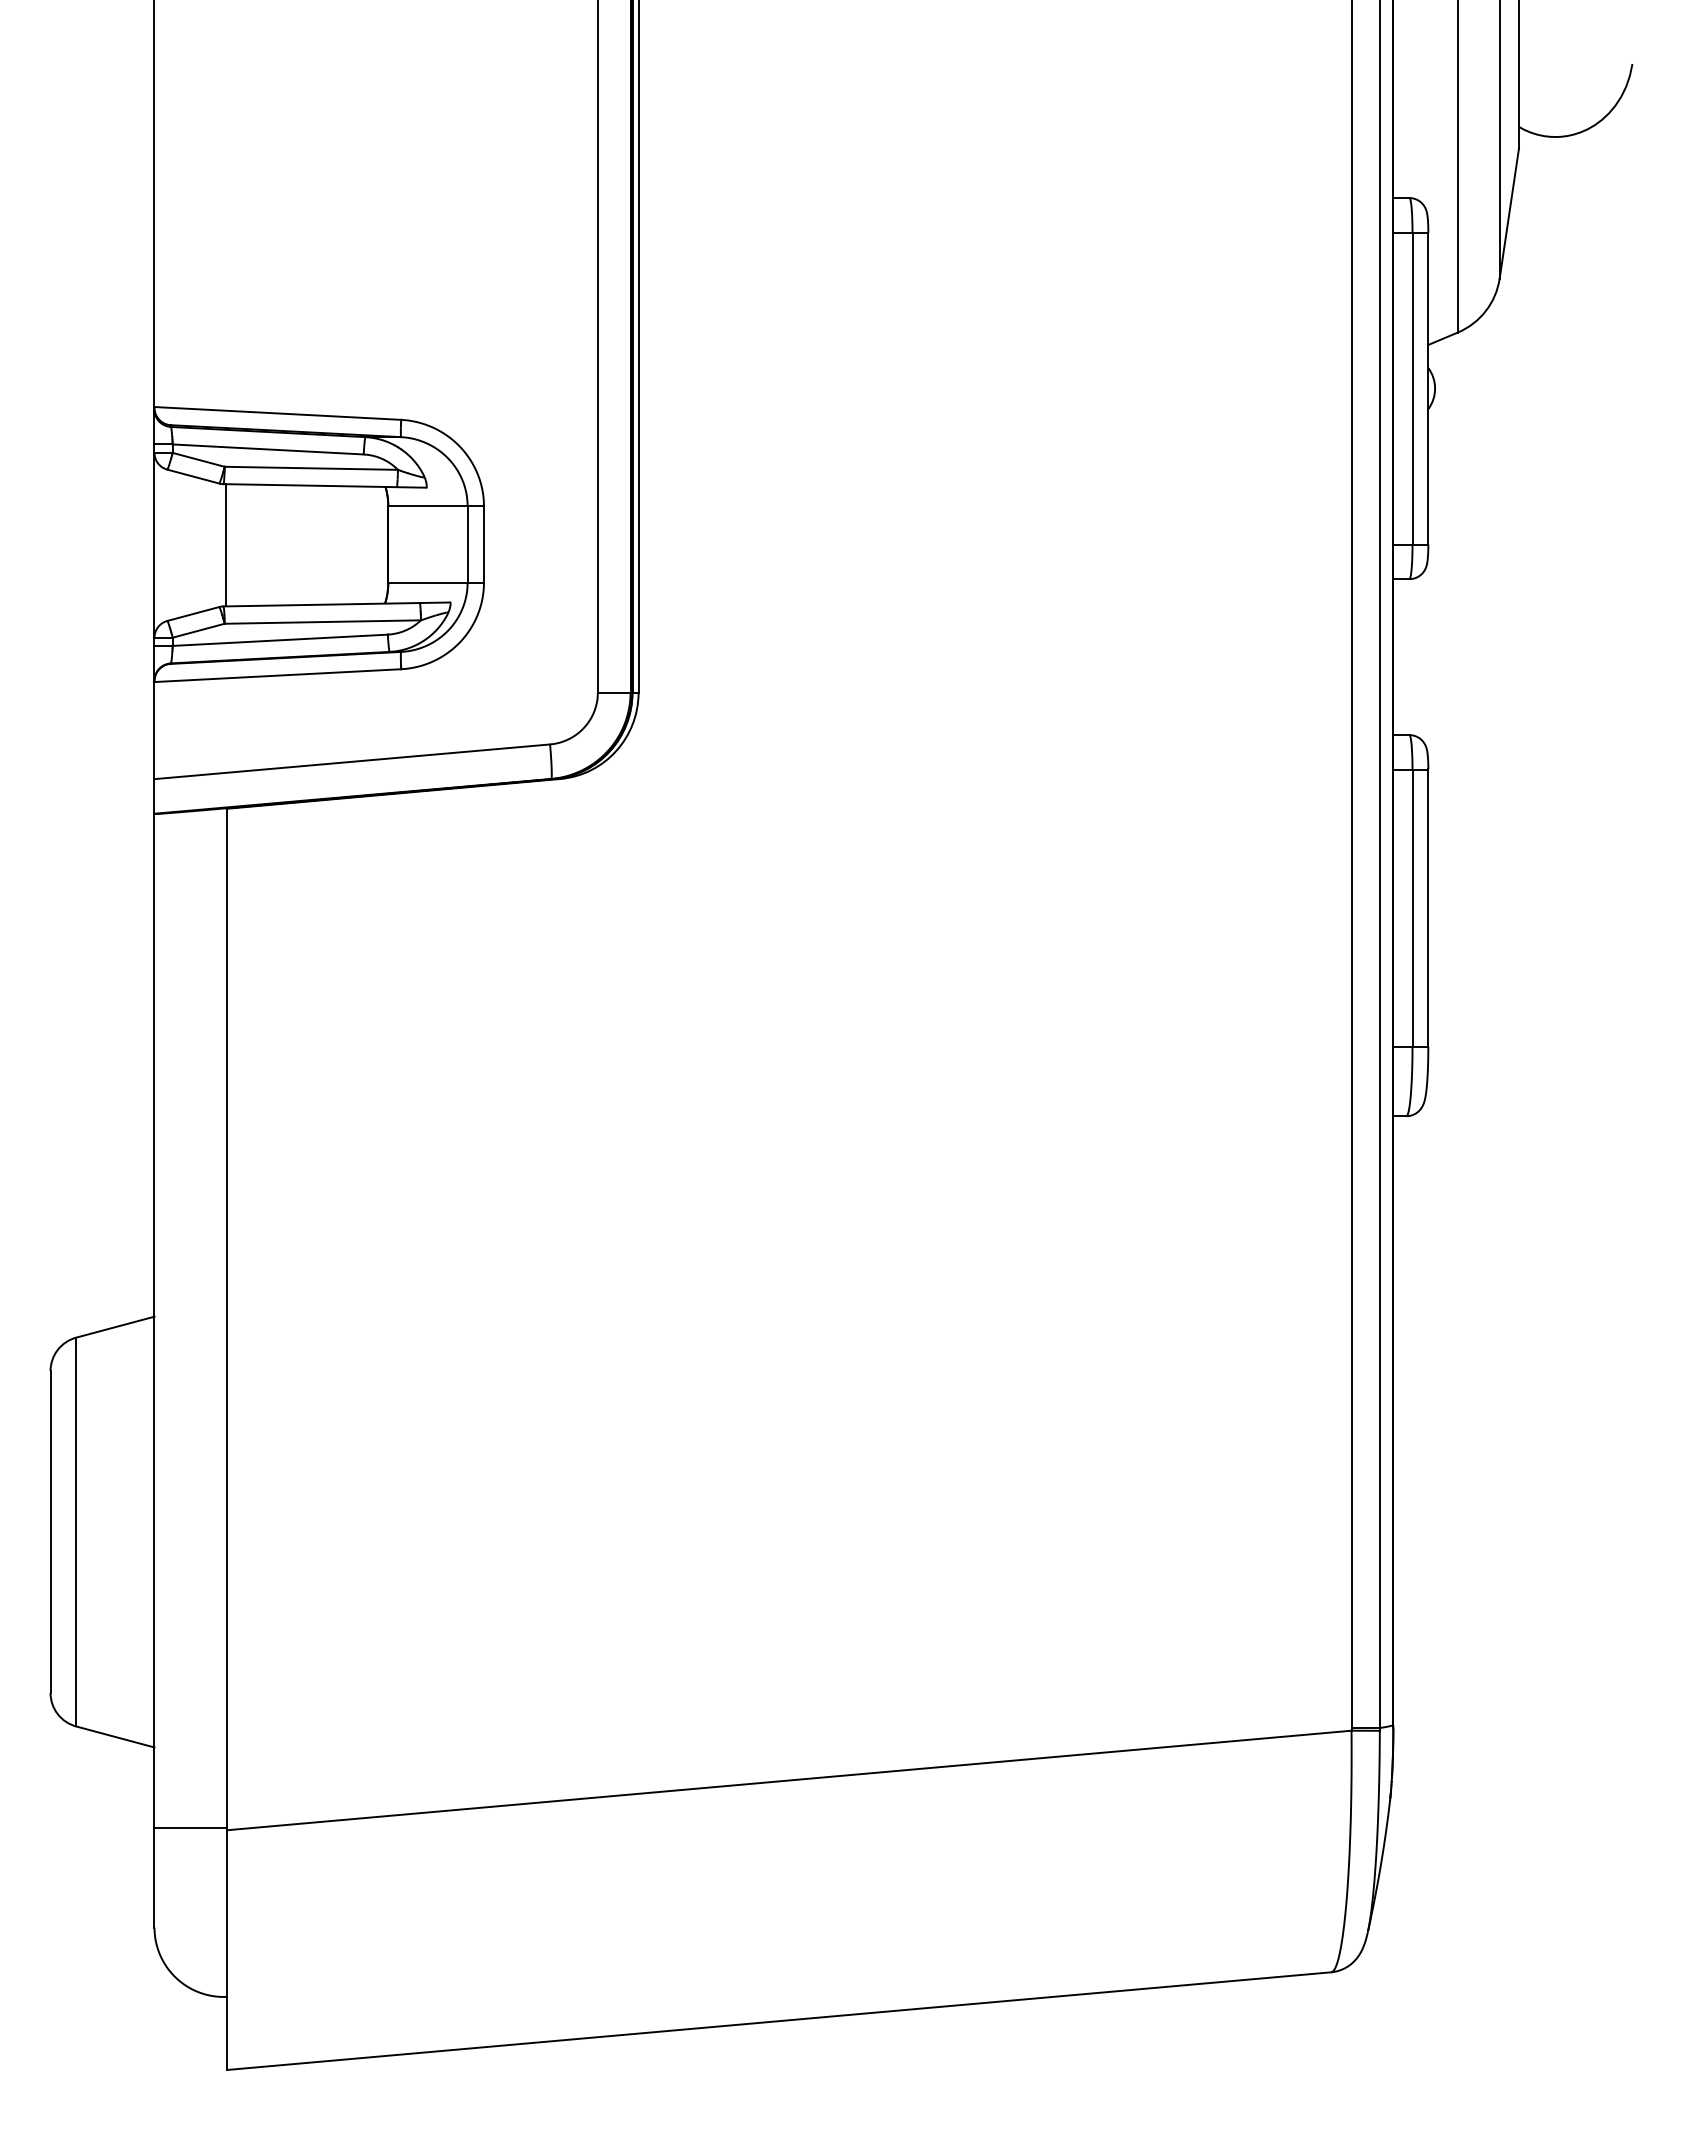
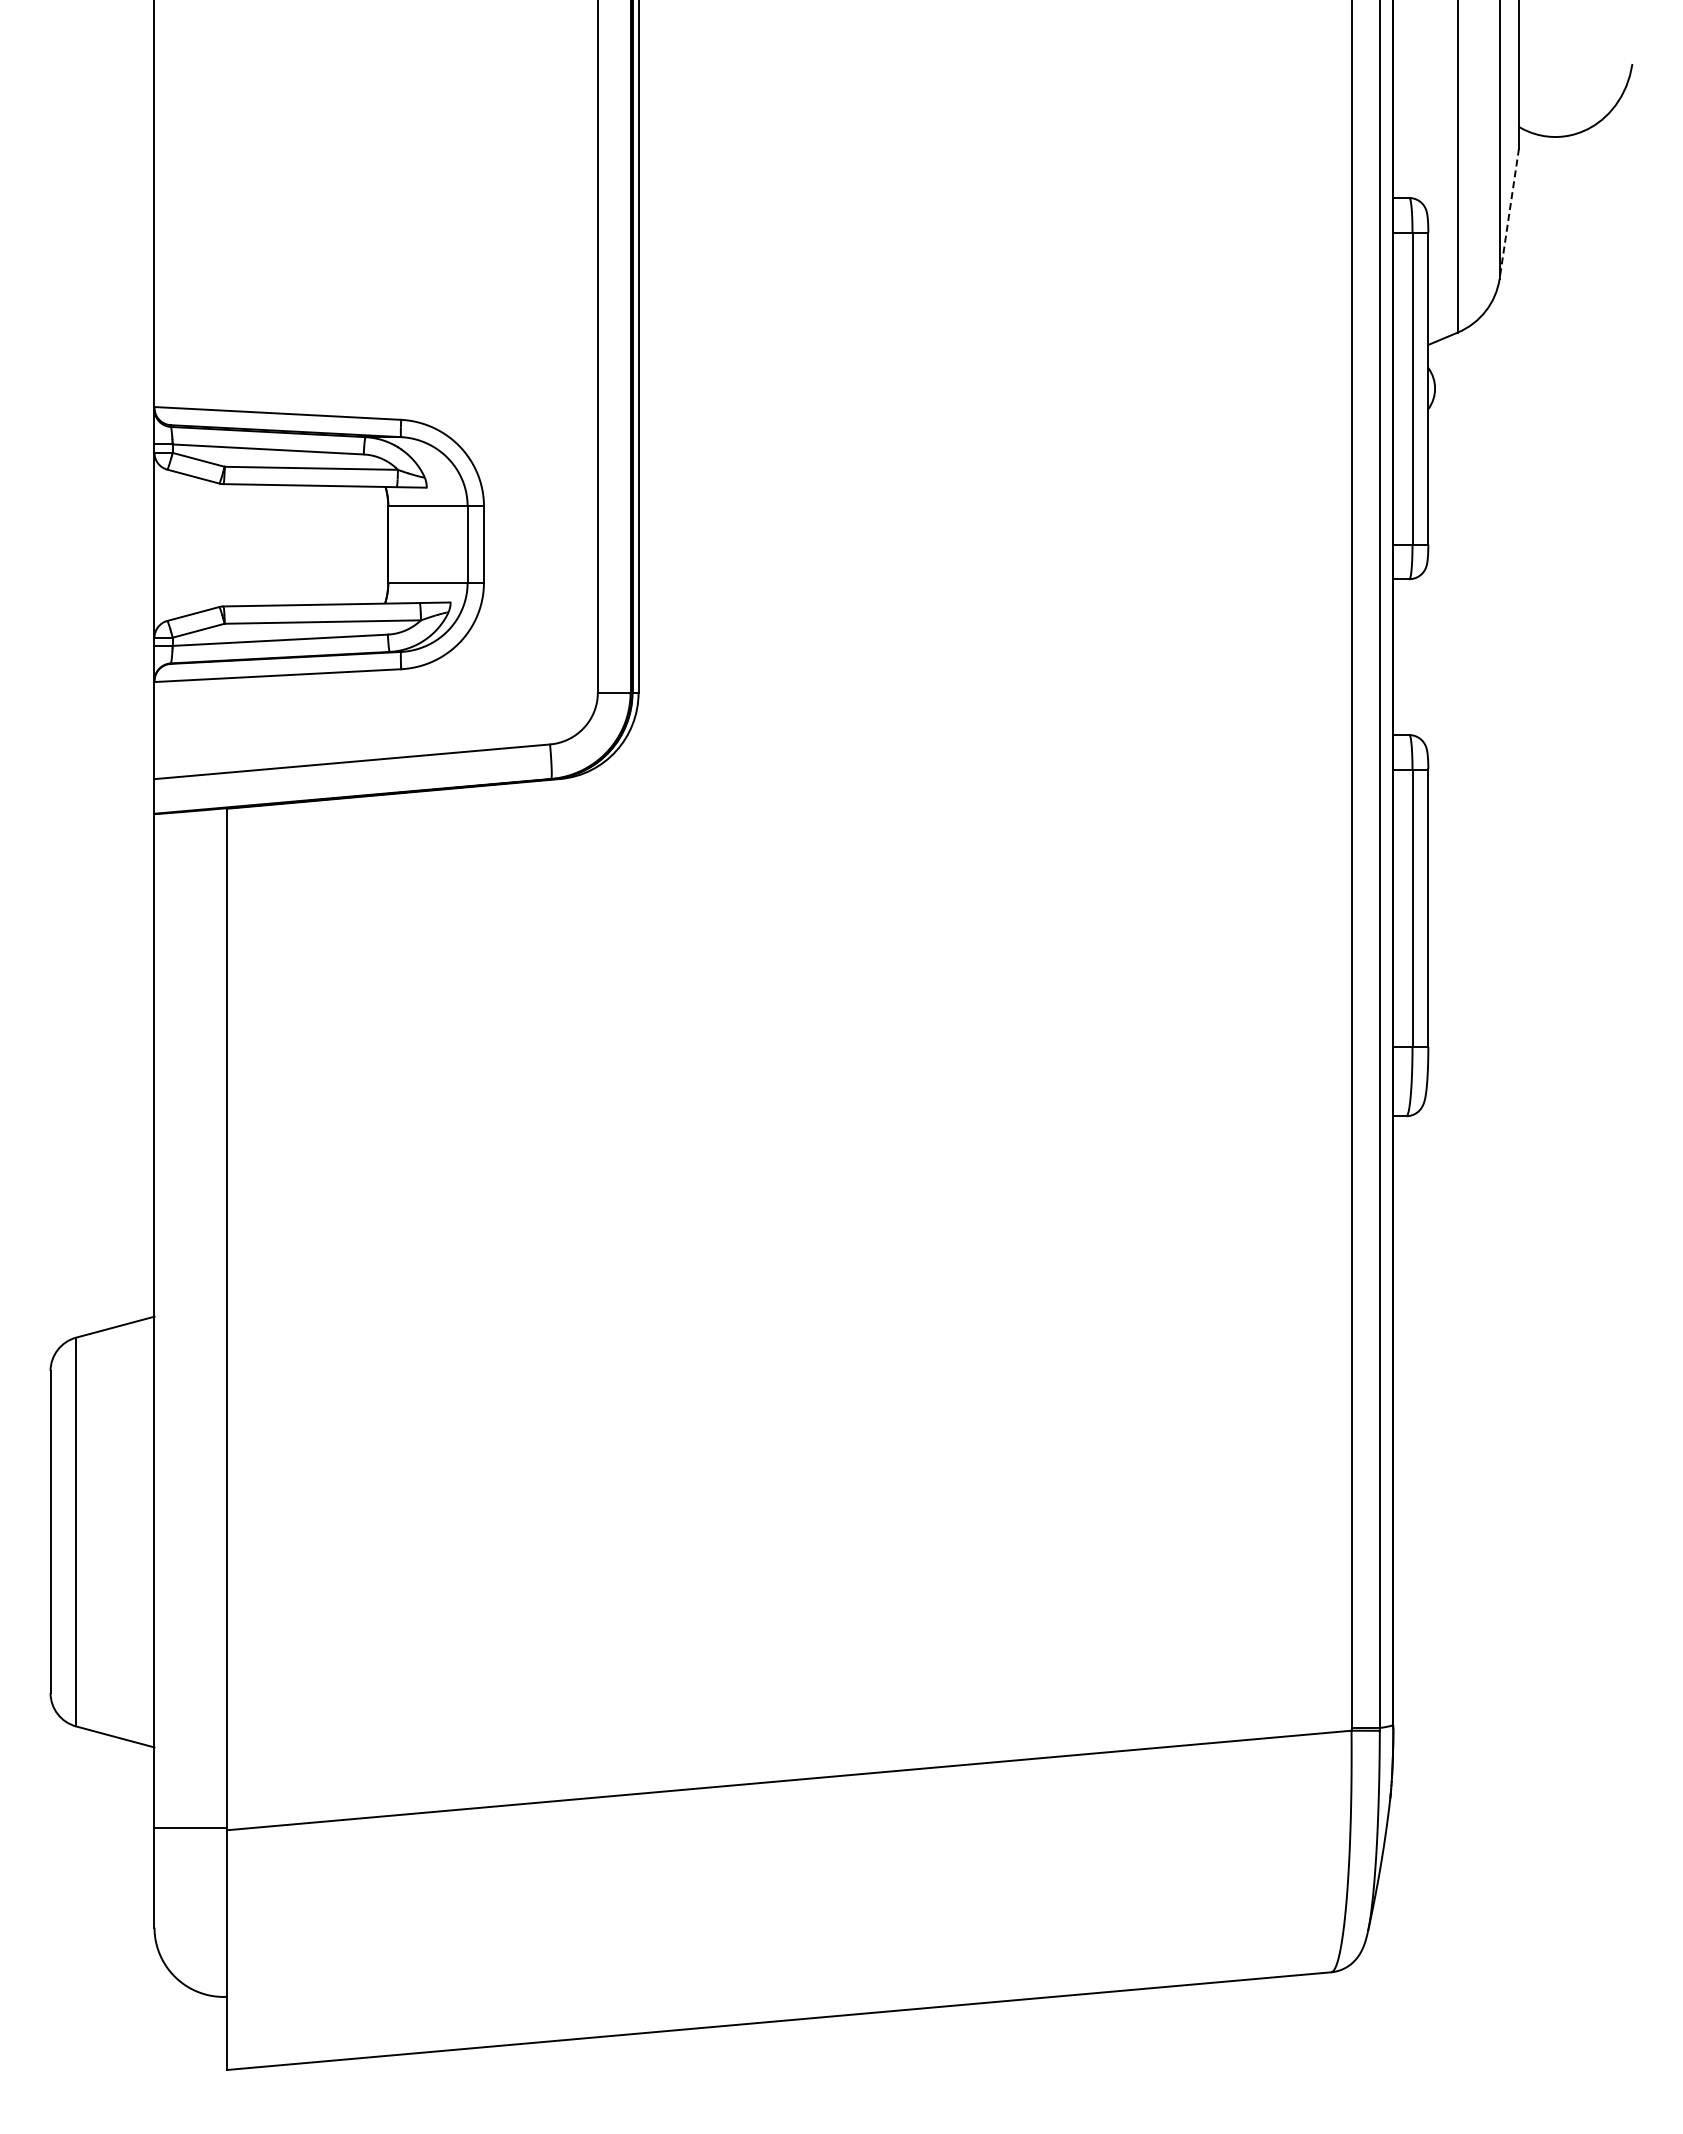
line at (1509, 213): solid -> dashed
line at (226, 545): present -> none
